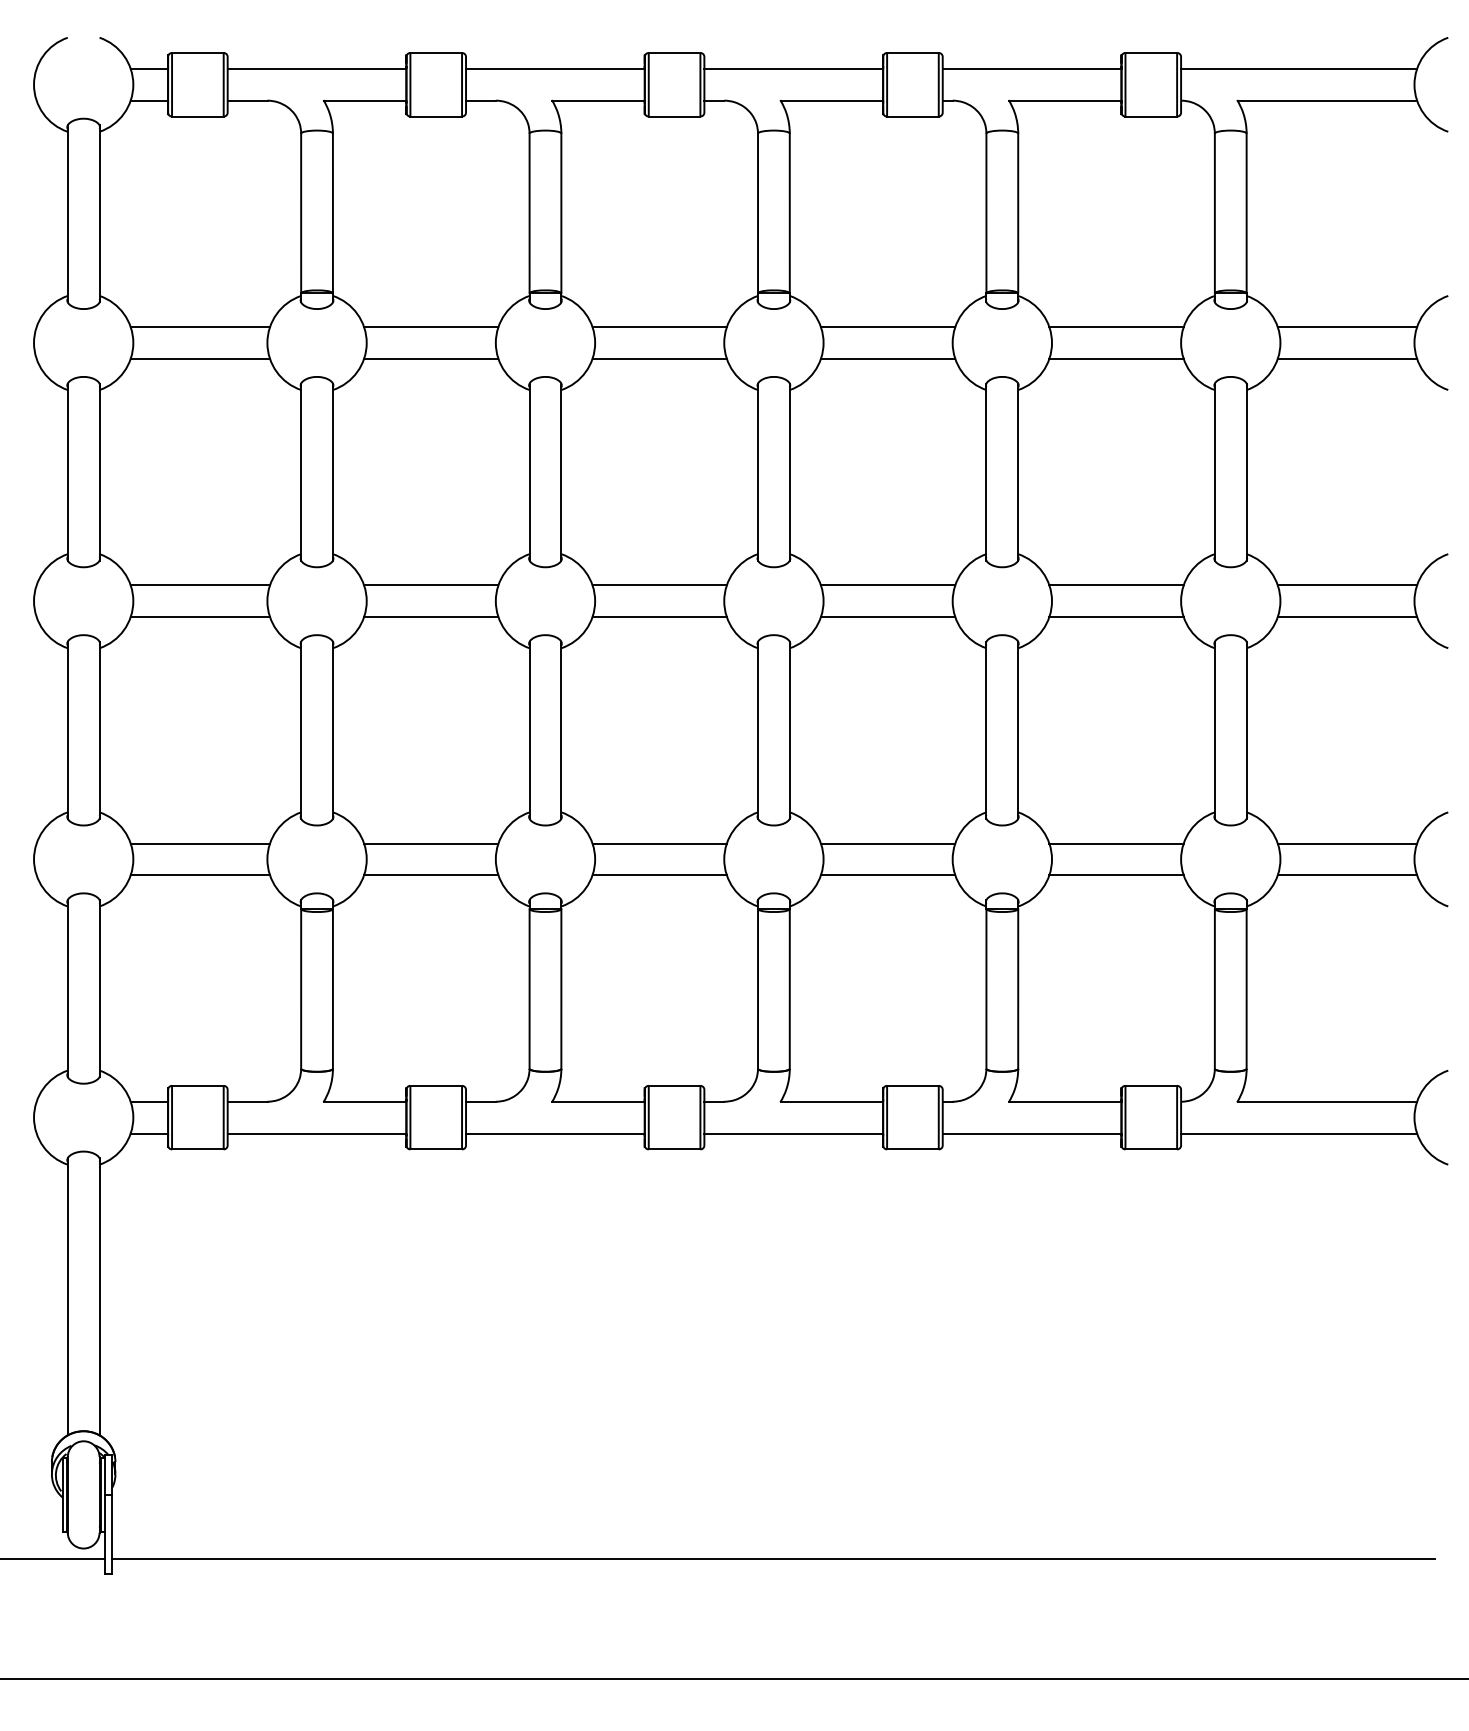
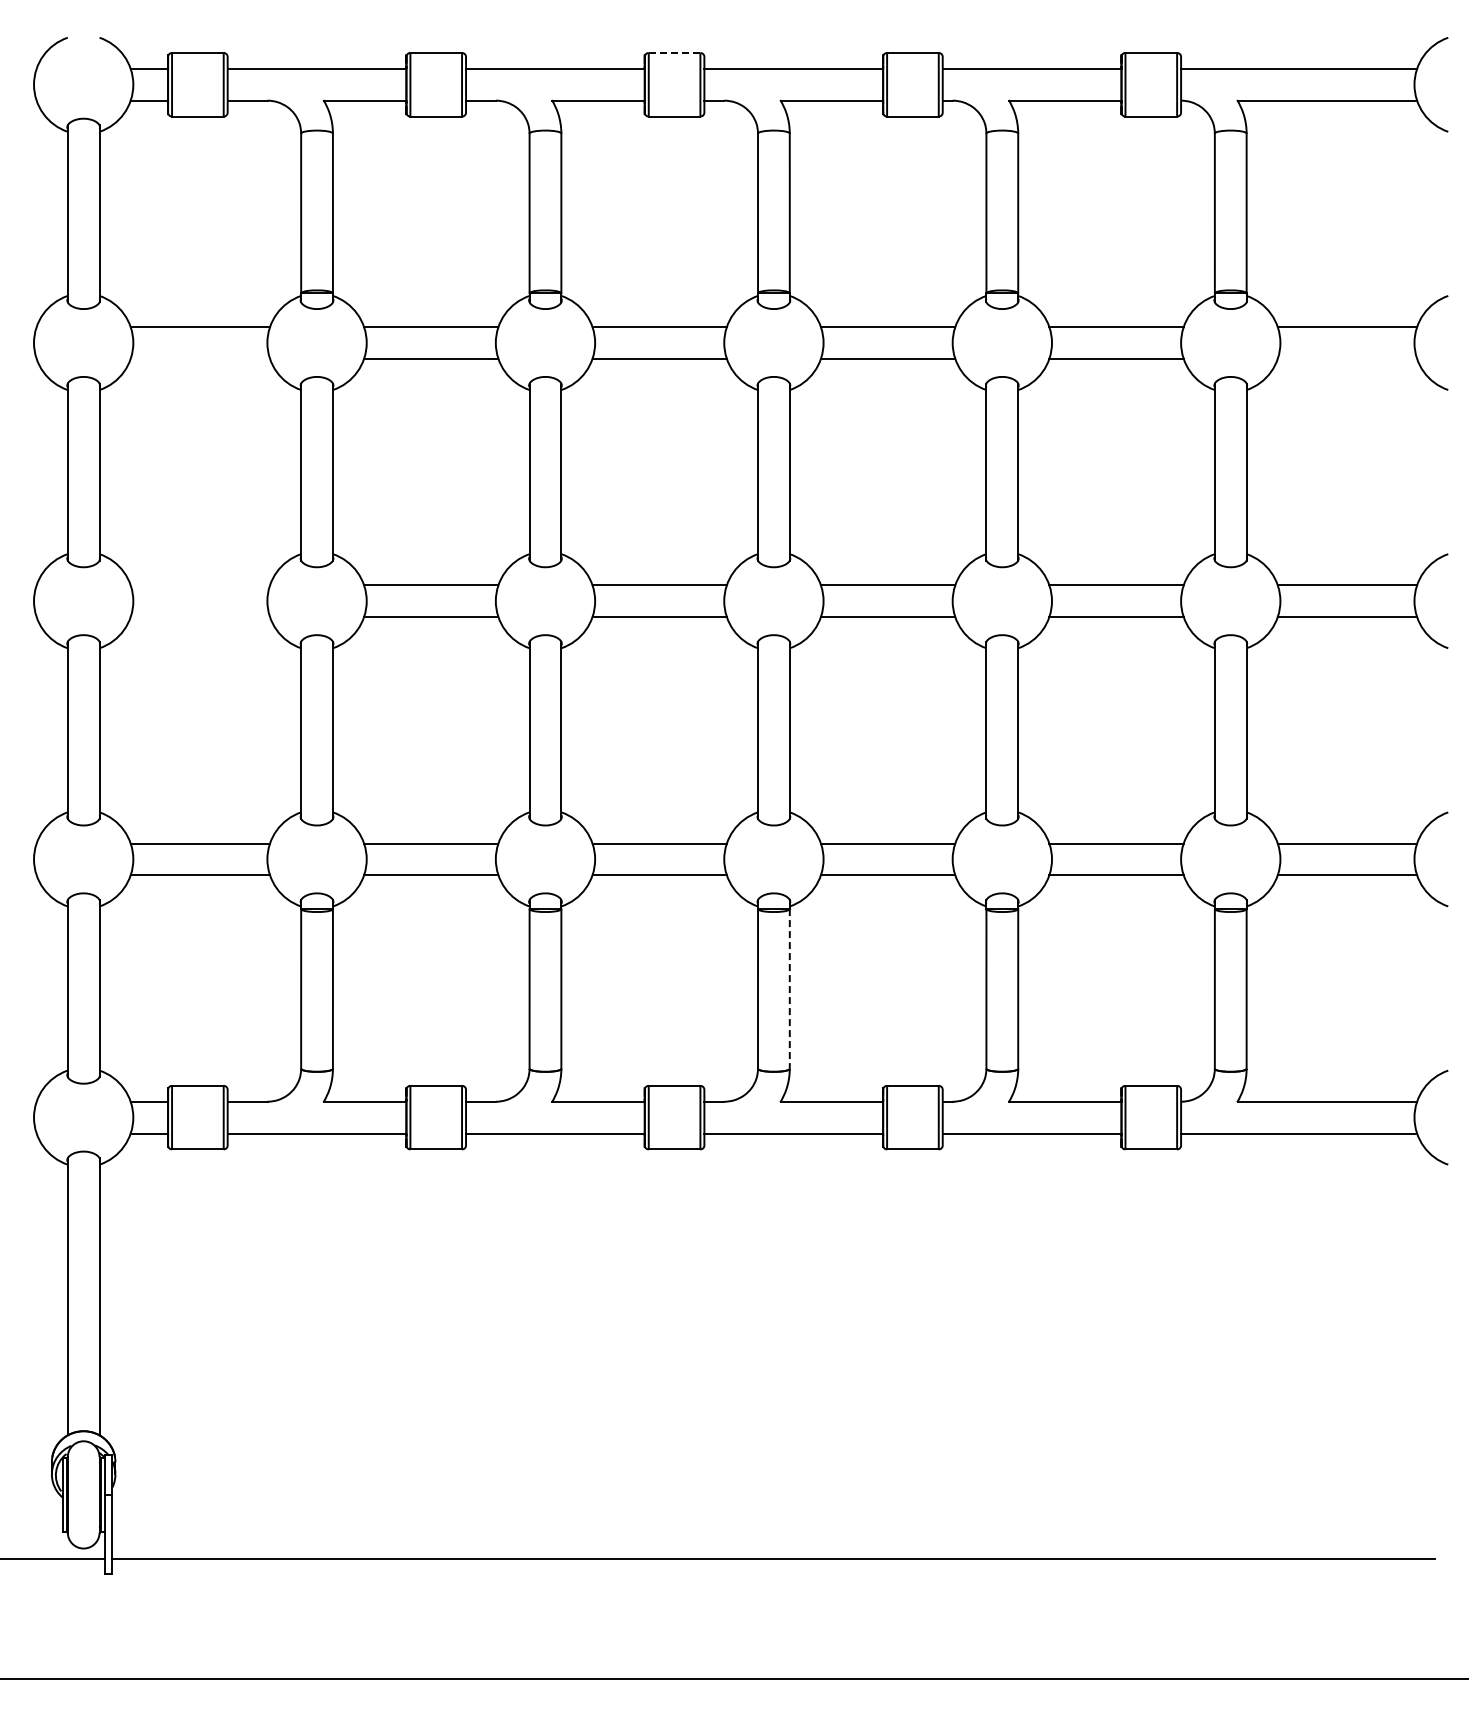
line at (674, 53): solid -> dashed
line at (200, 358): present -> none
line at (1347, 358): present -> none
line at (200, 585): present -> none
line at (200, 617): present -> none
line at (789, 988): solid -> dashed
